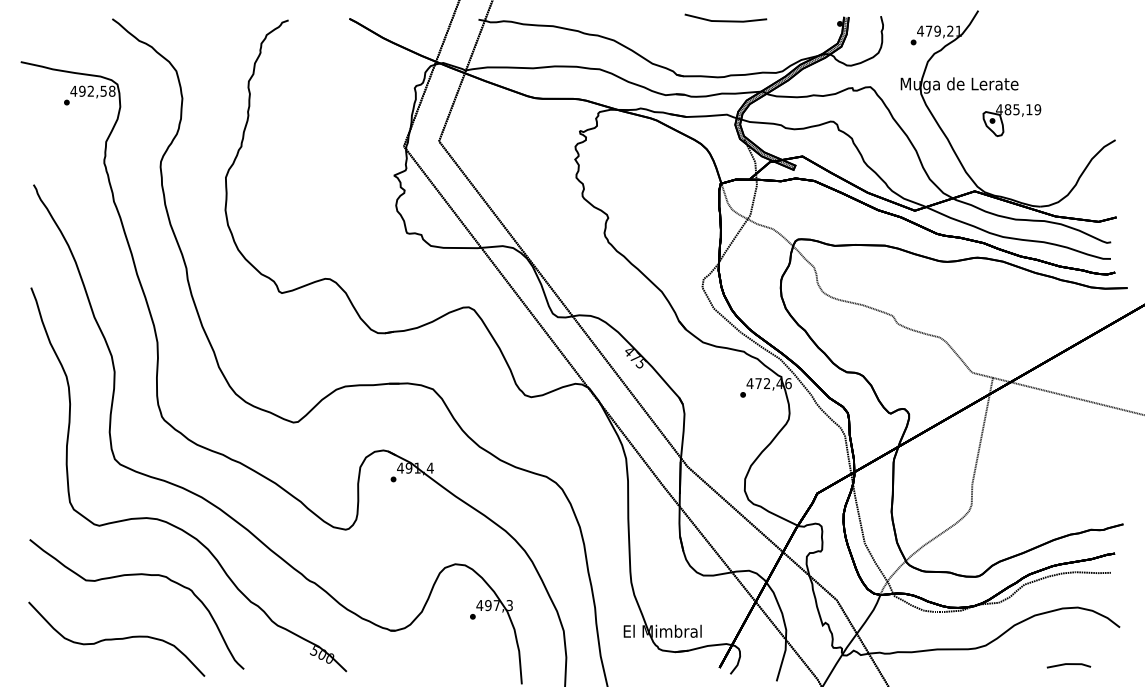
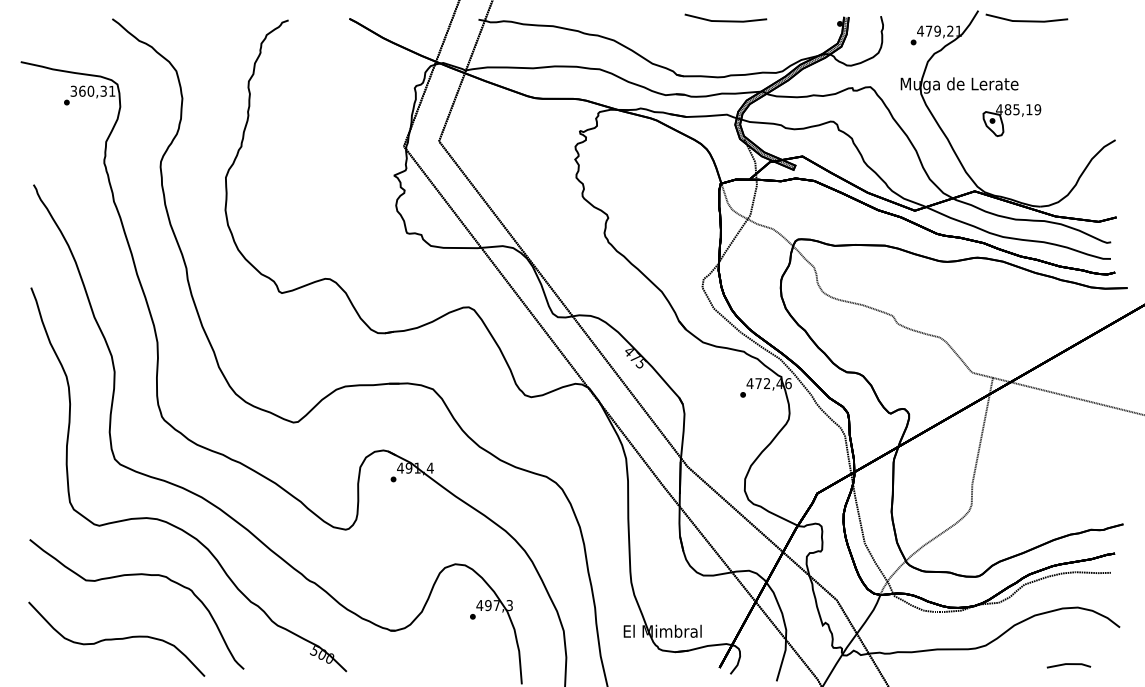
part at (1026, 17): none -> present
text at (92, 90): 492,58 -> 360,31
